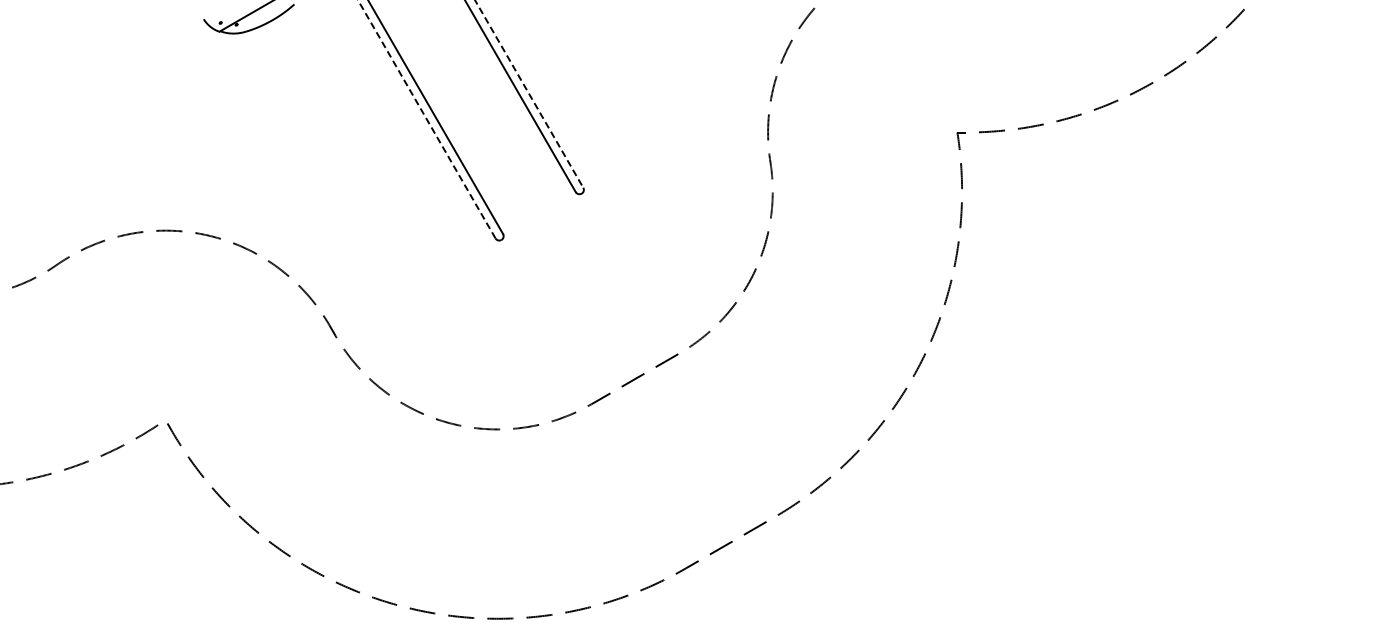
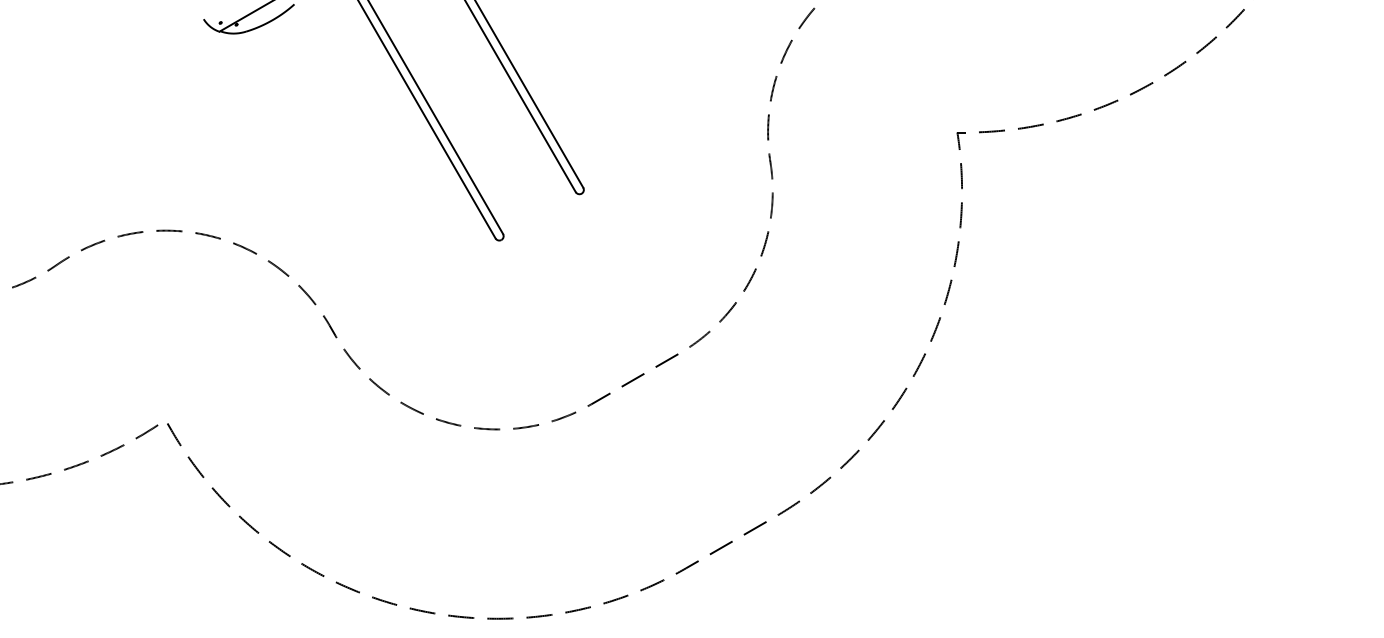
line at (529, 94): dashed -> solid
line at (426, 119): dashed -> solid
